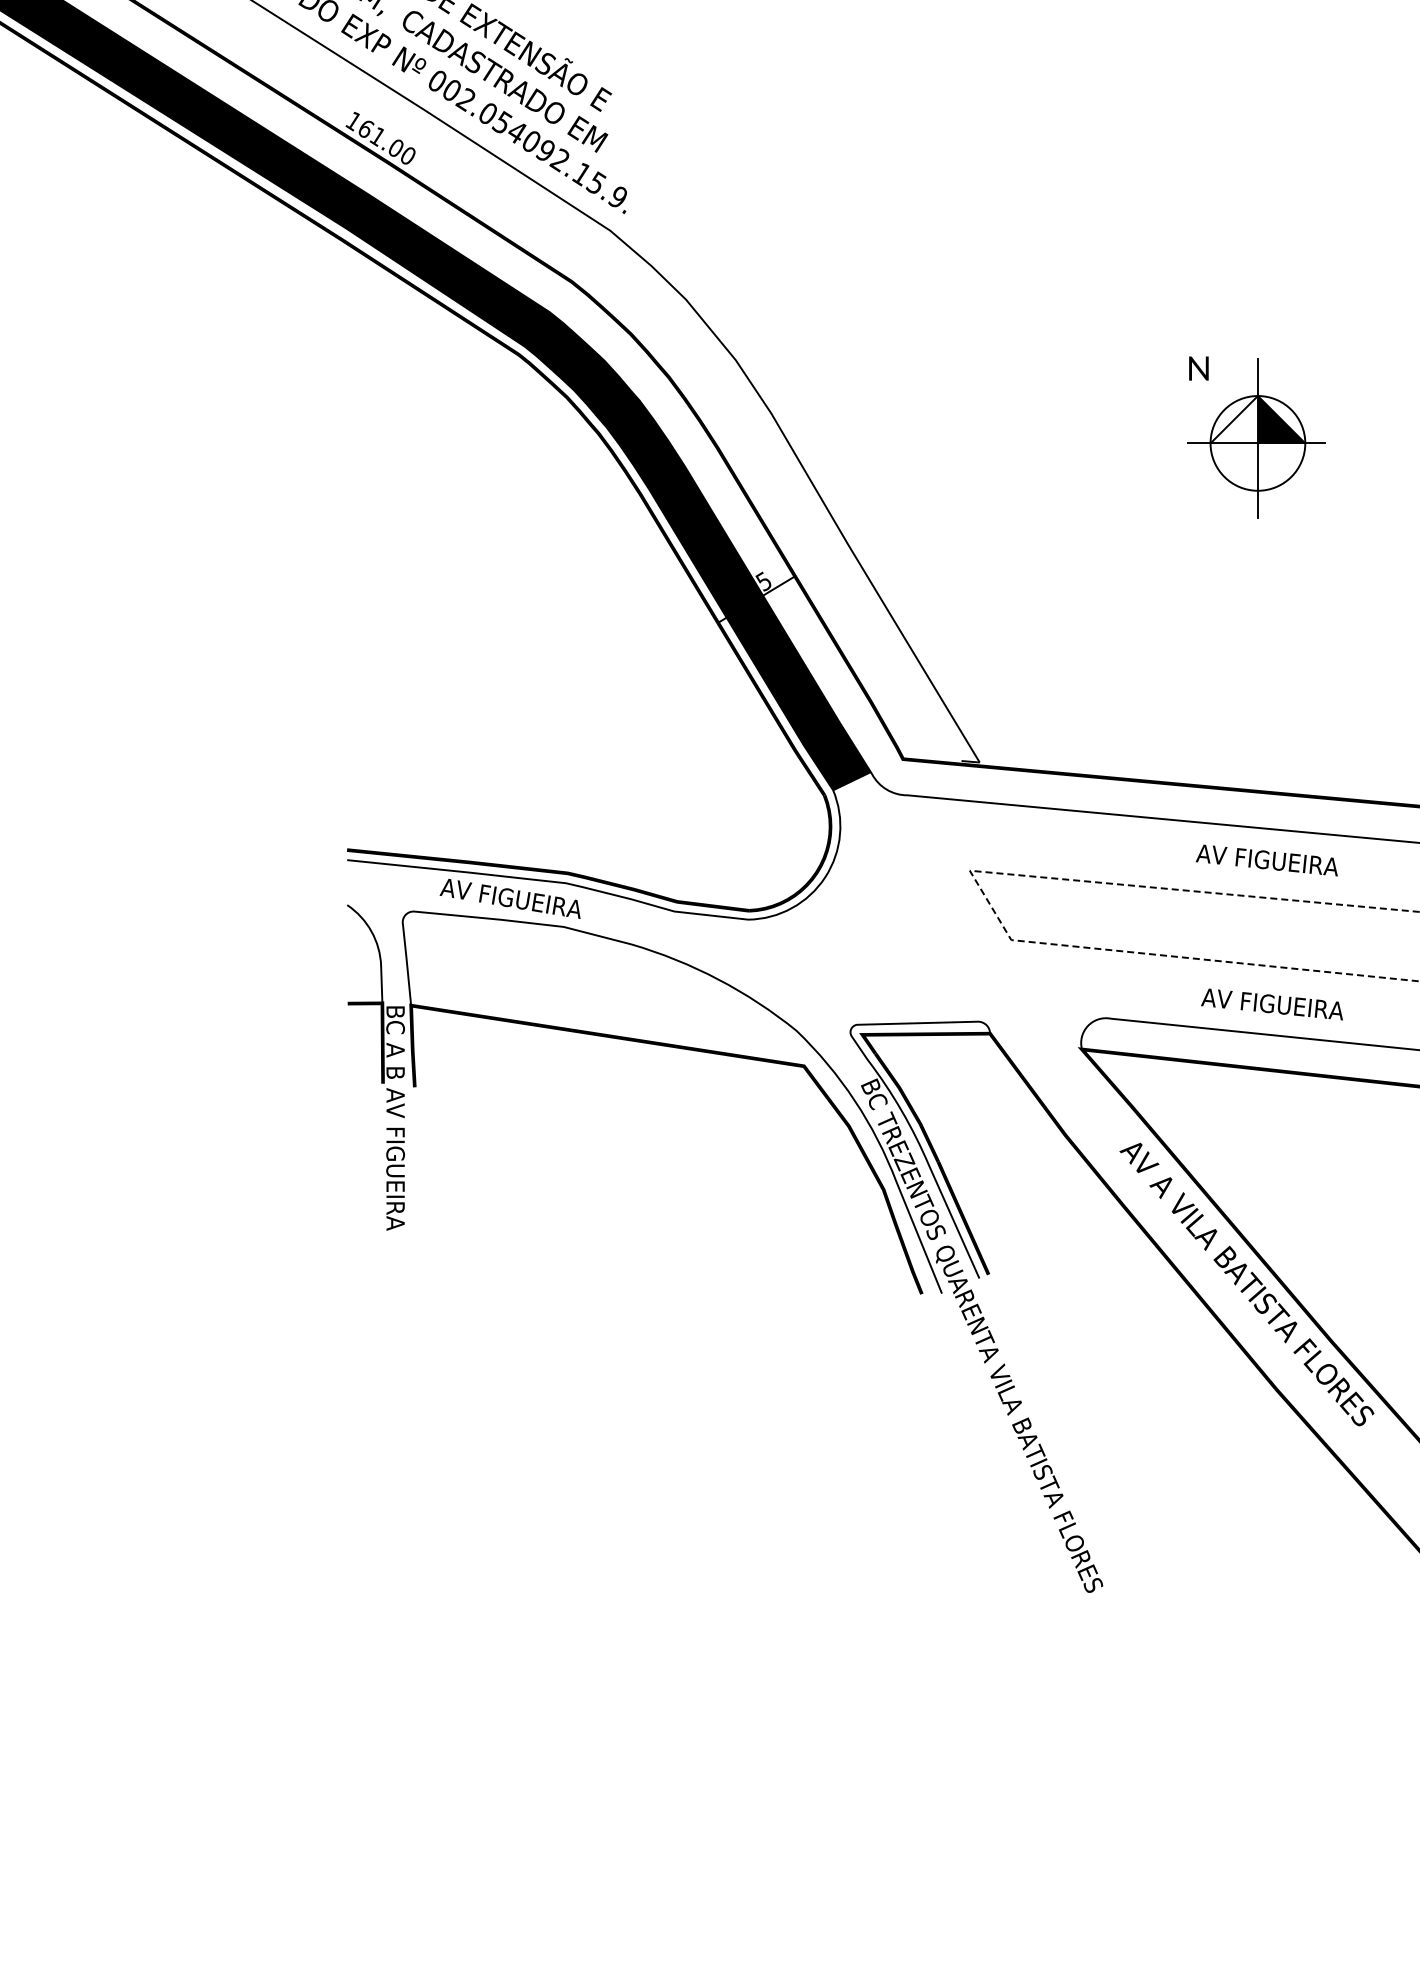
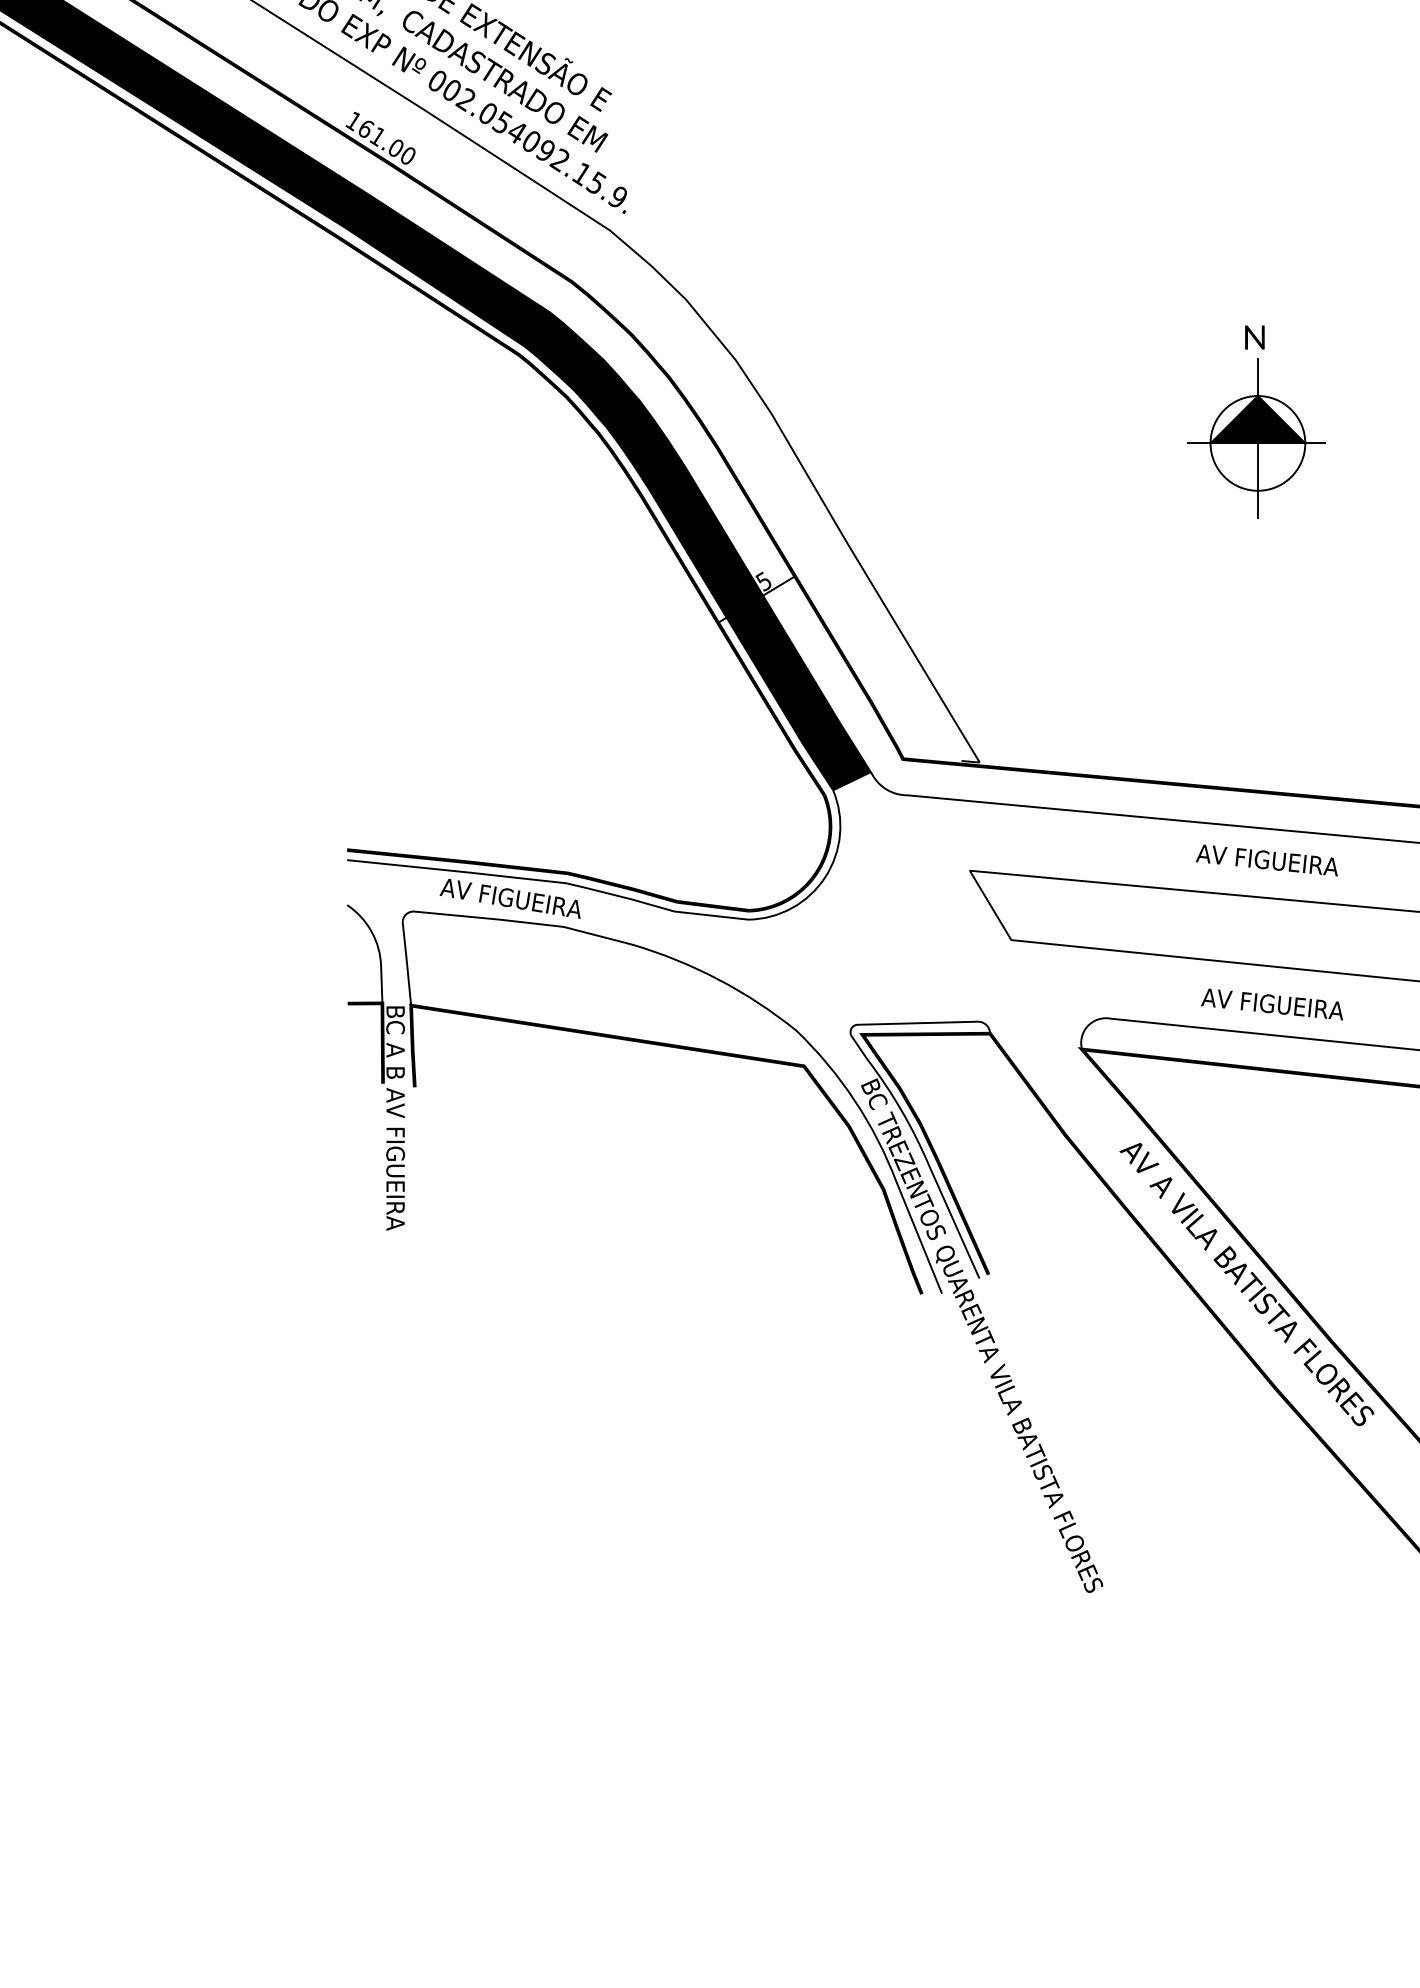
text at (1198, 368) position: (1198, 368) -> (1254, 337)
fill at (1233, 419): none -> present
line at (980, 887): dashed -> solid
